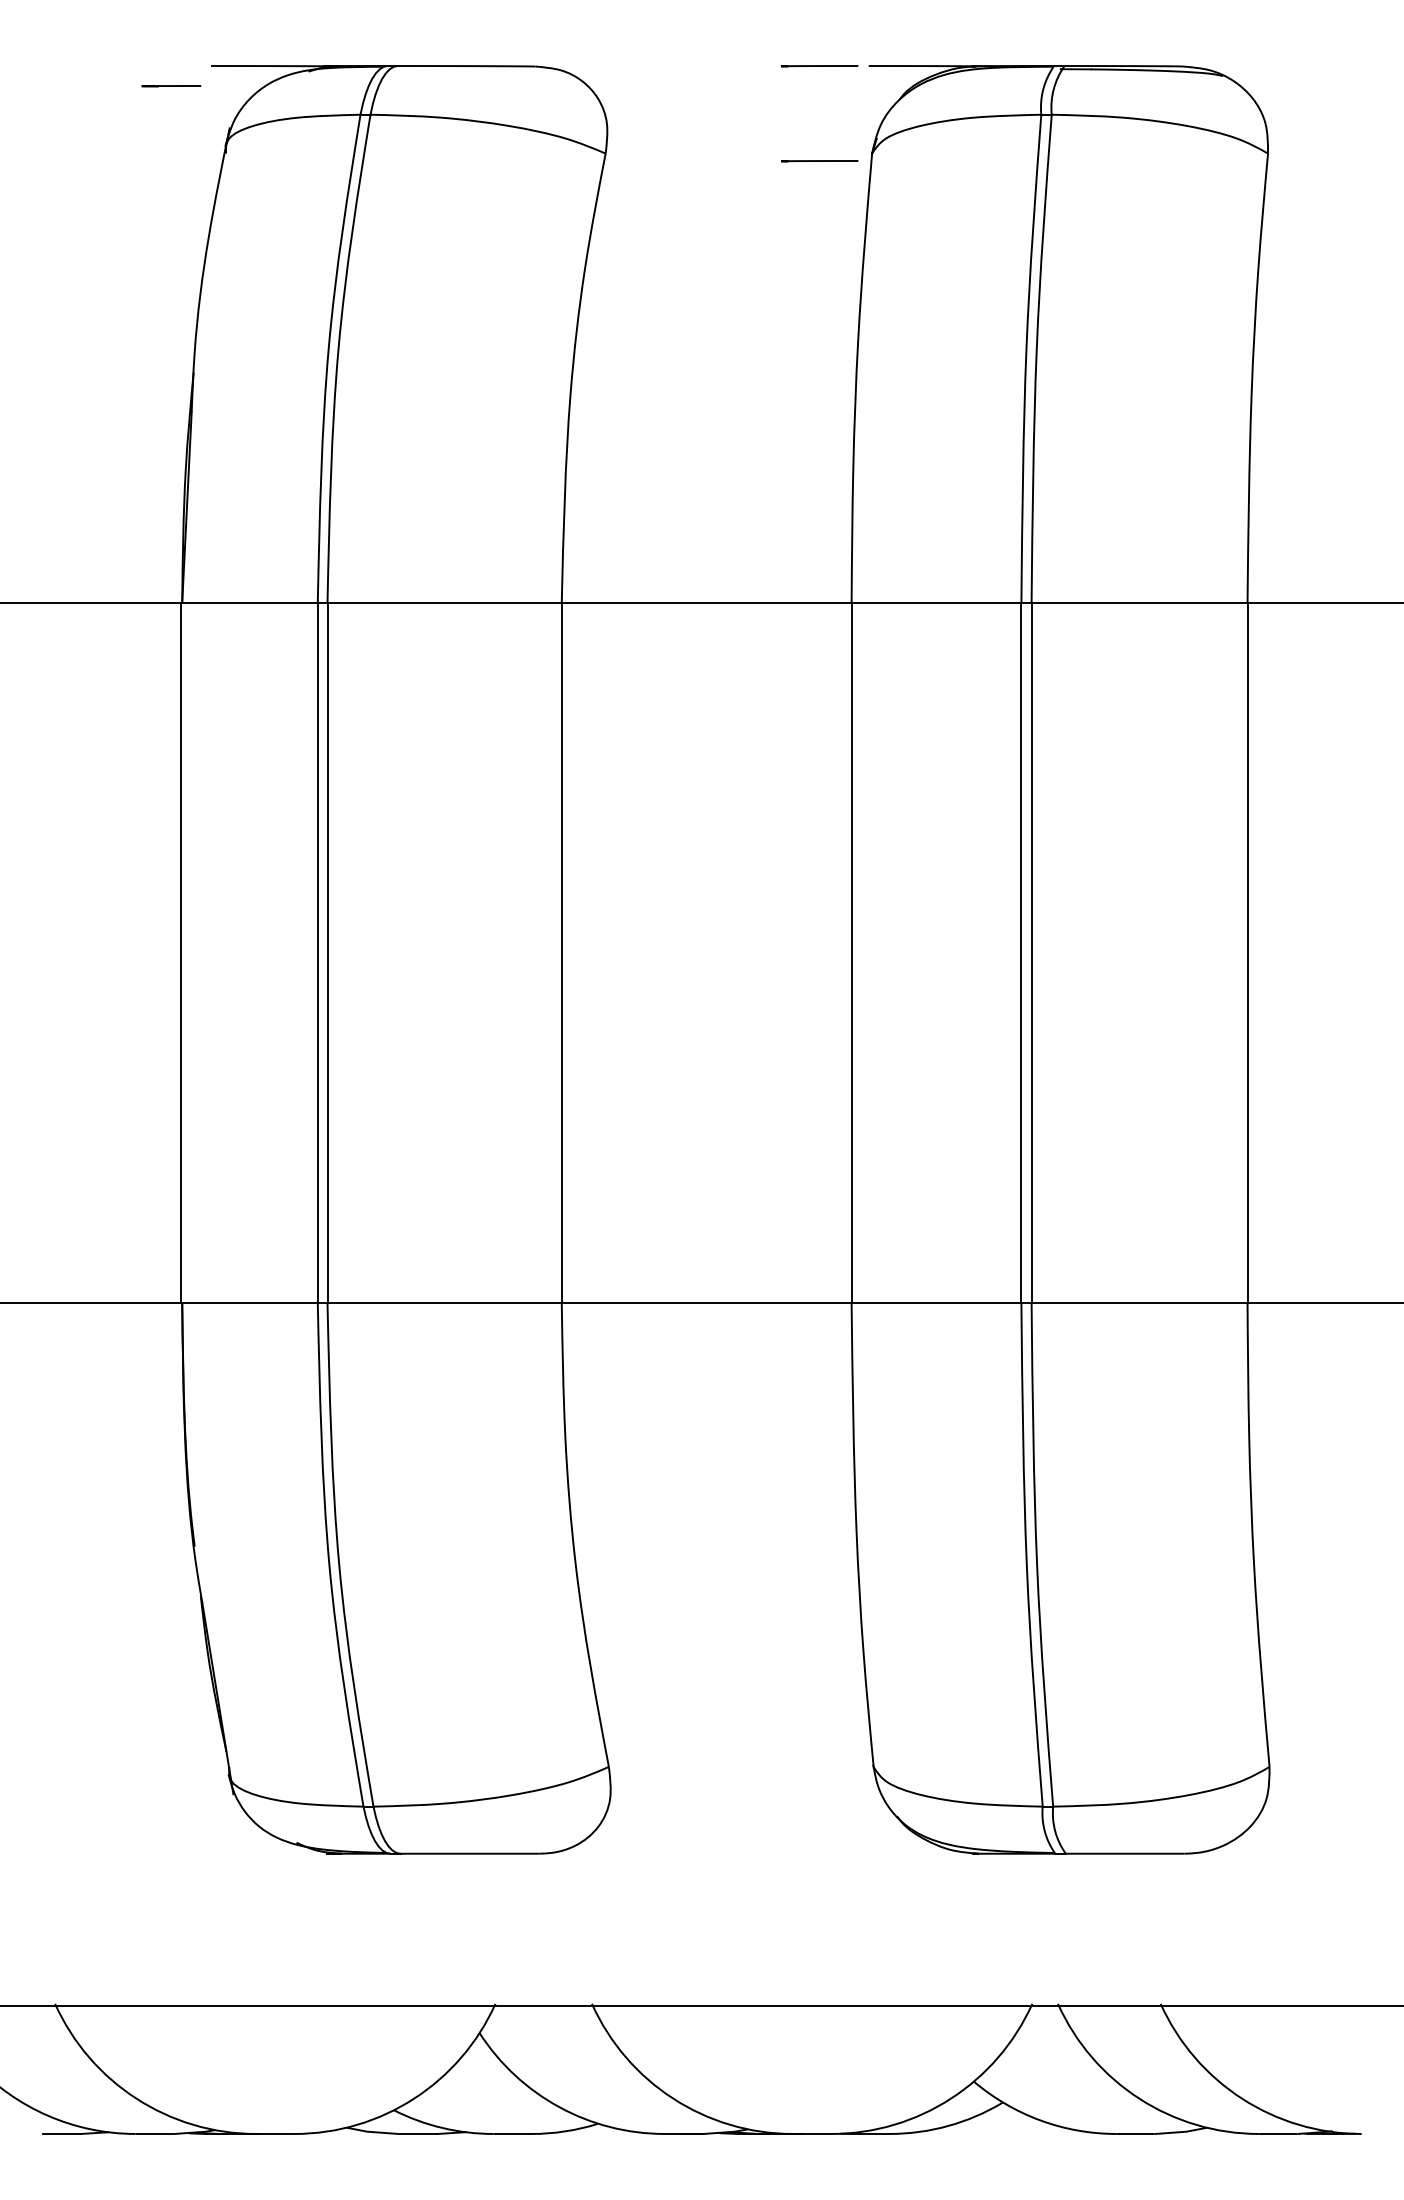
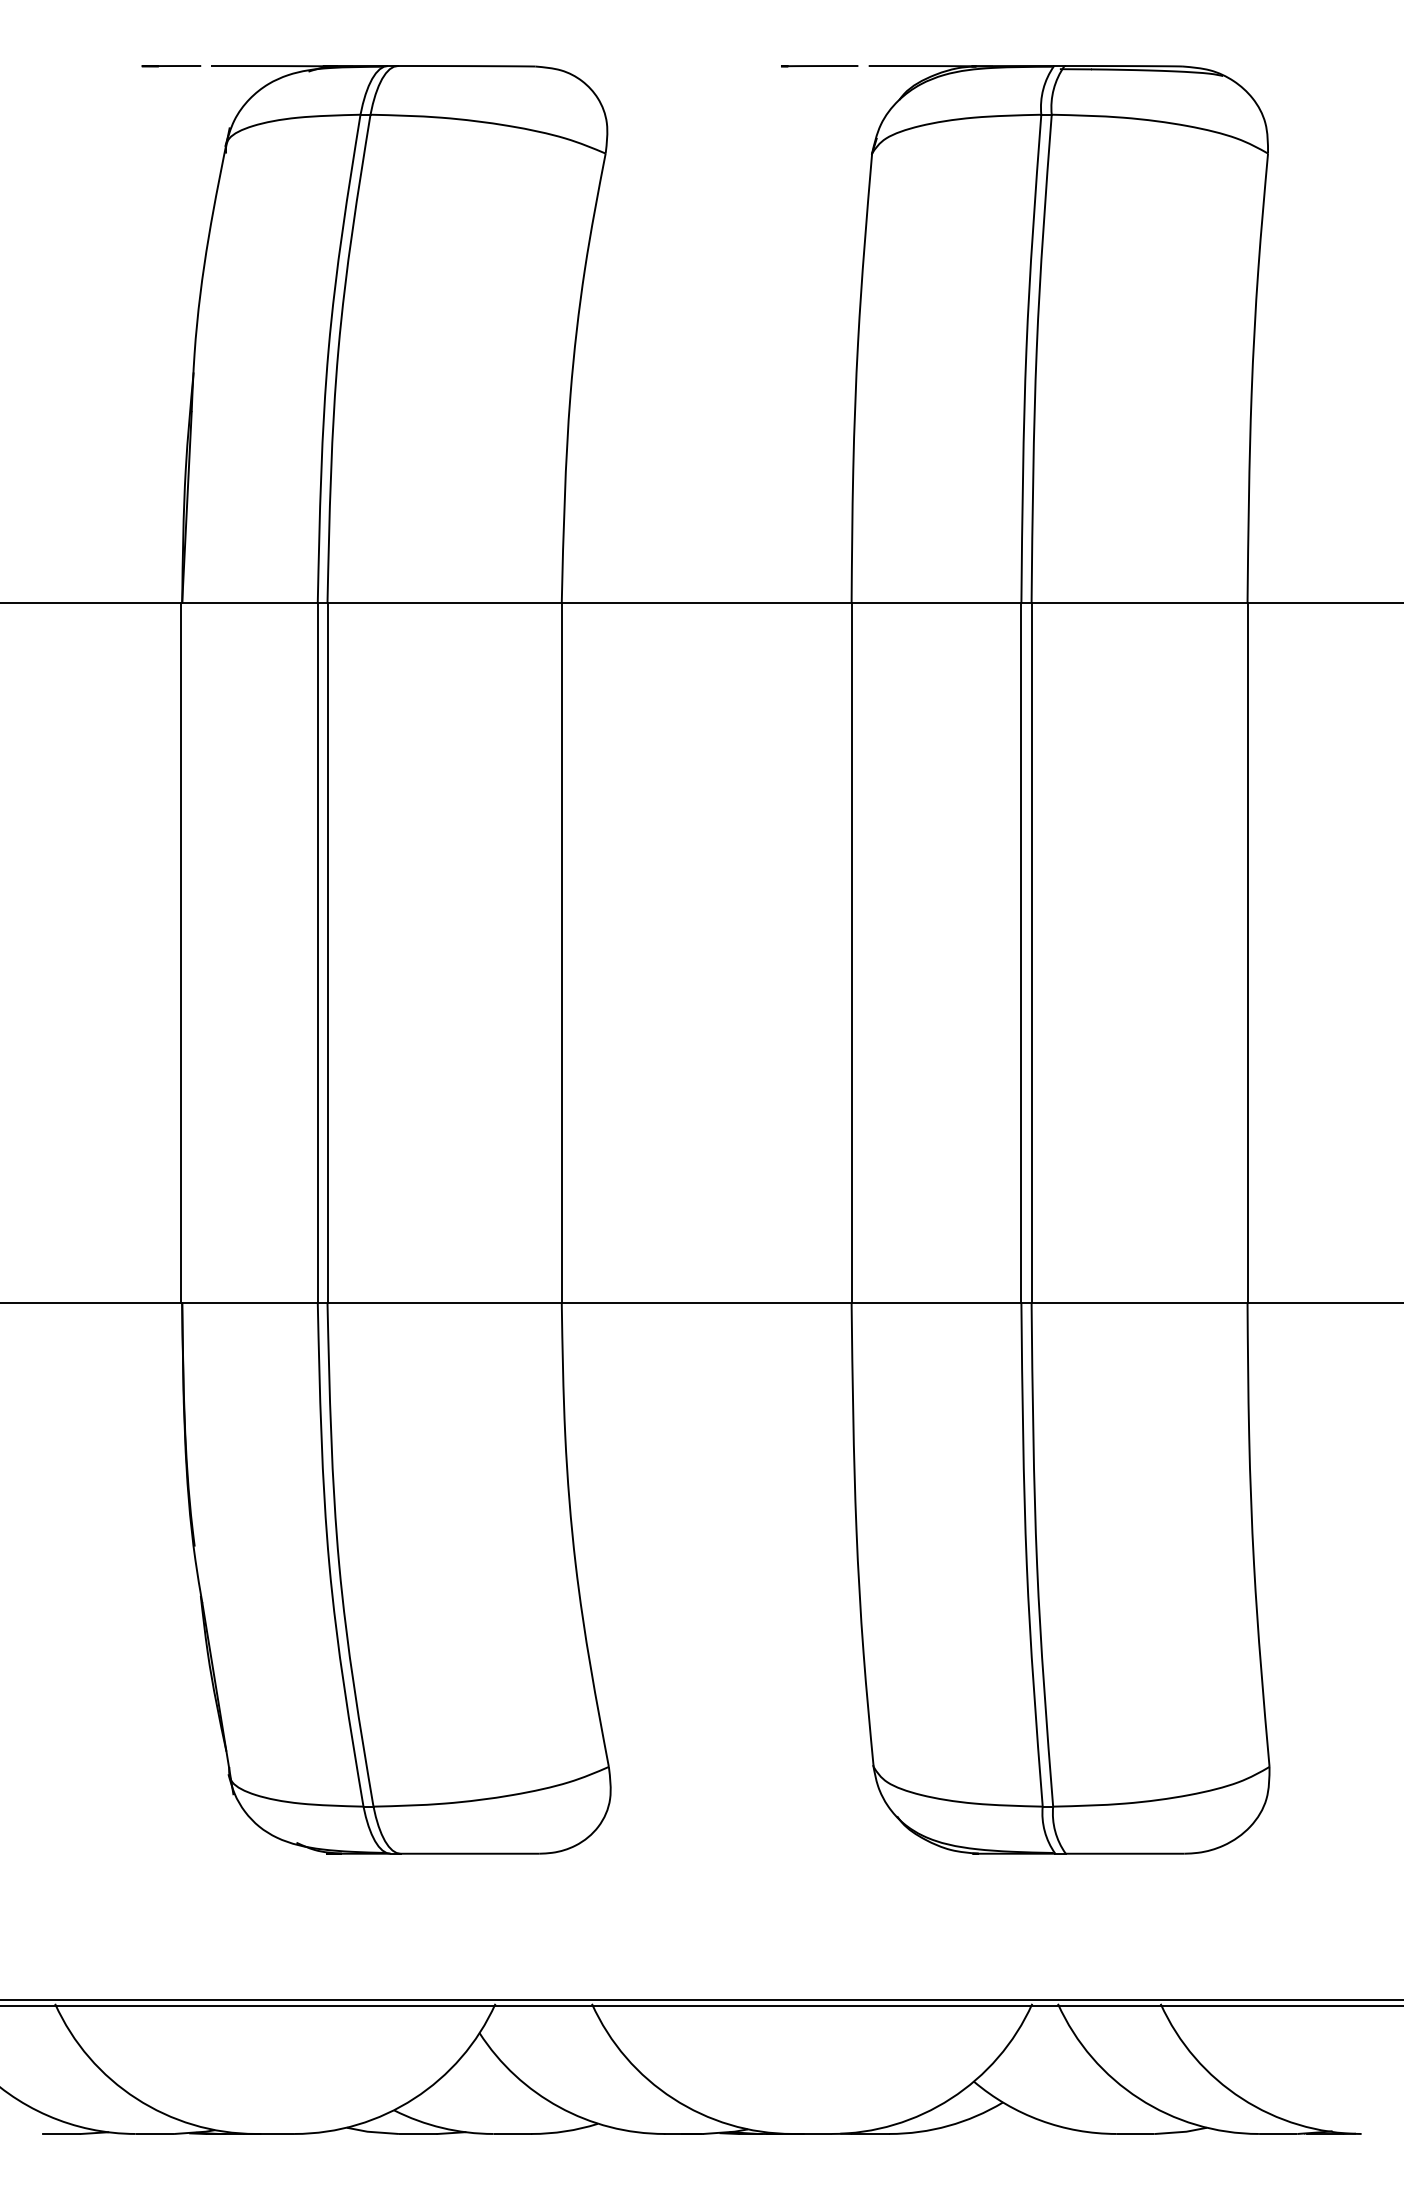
line at (171, 86) position: (171, 86) -> (171, 66)
line at (819, 161): present -> none
line at (701, 1999): none -> present
